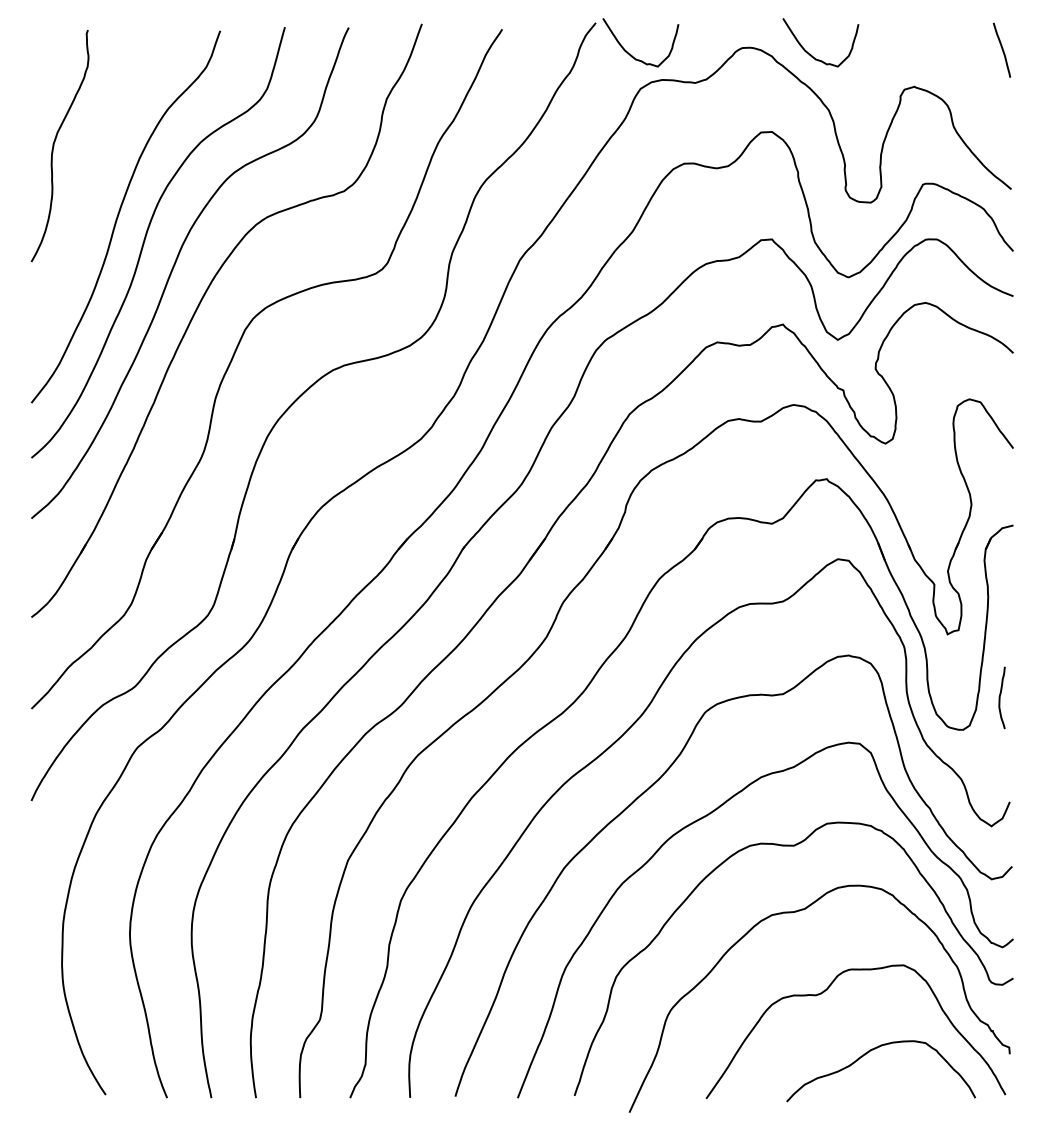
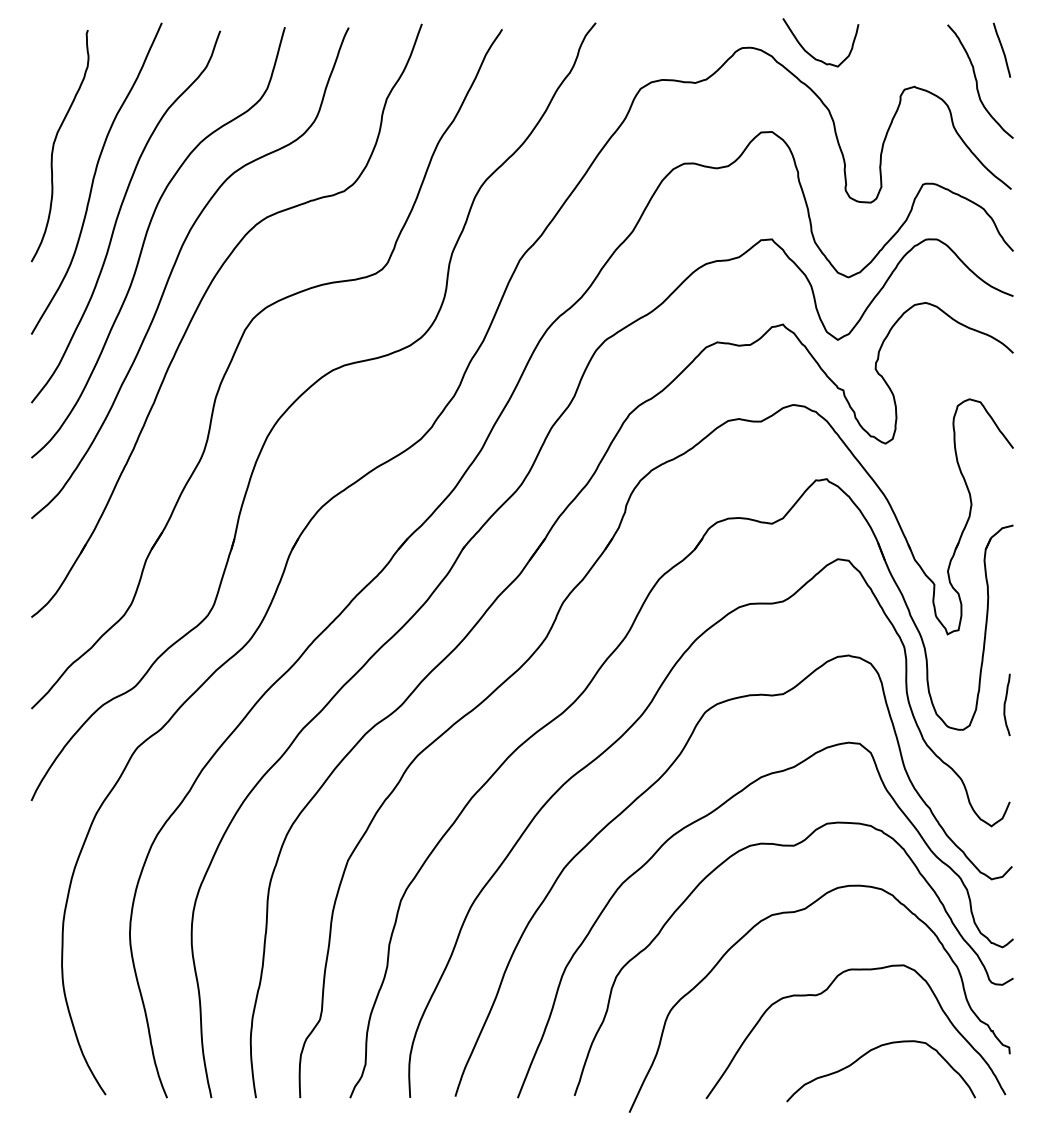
curve at (630, 53): present -> none
curve at (977, 81): none -> present
curve at (94, 178): none -> present
curve at (1000, 697) position: (1000, 697) -> (1005, 704)
